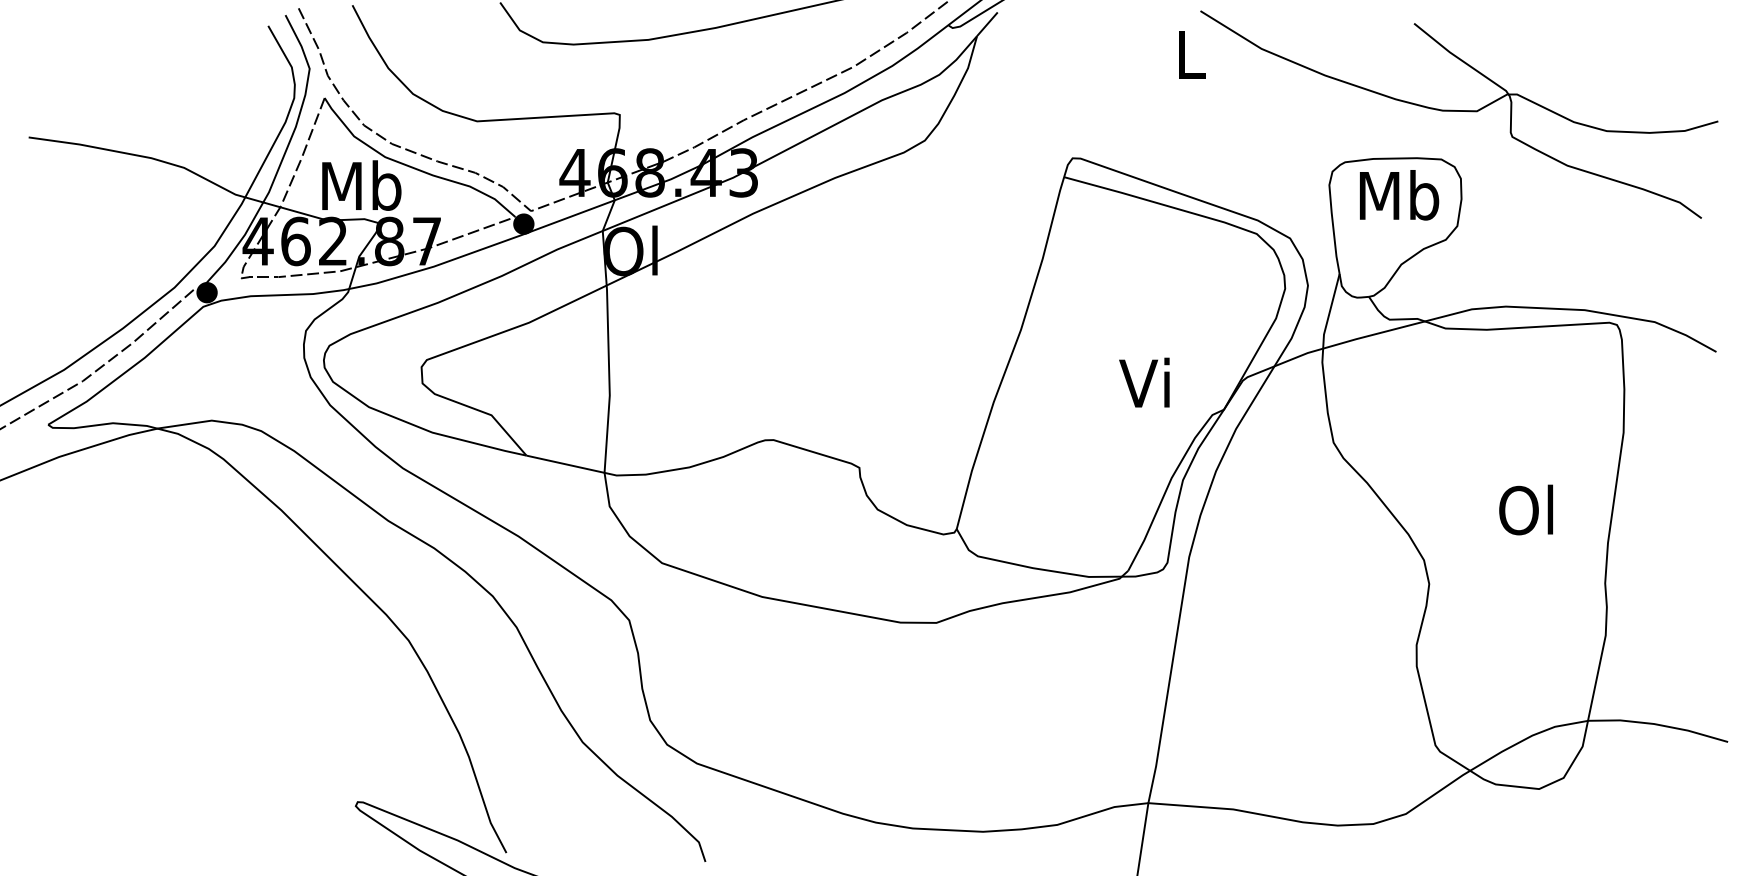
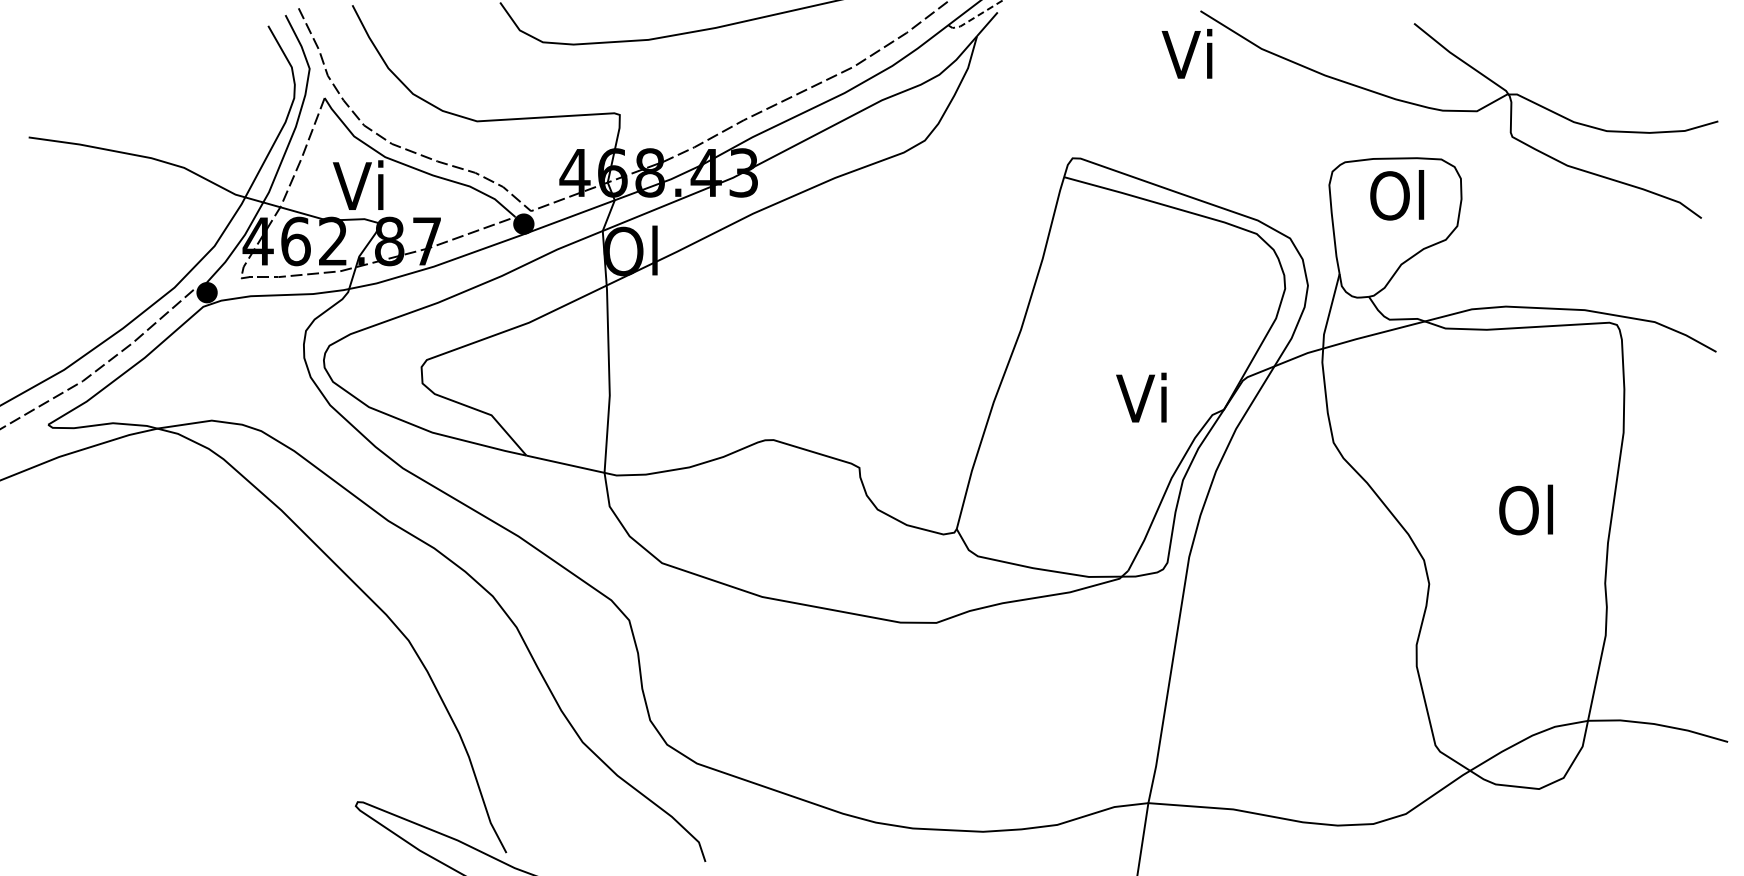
line at (975, 17): solid -> dashed
text at (1186, 53): L -> Vi
text at (361, 185): Mb -> Vi
text at (1399, 195): Mb -> Ol
text at (1144, 382) position: (1144, 382) -> (1141, 397)
